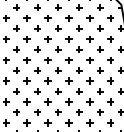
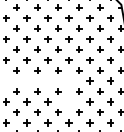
part at (6, 80): present -> none
part at (26, 80): present -> none
part at (47, 80): present -> none
part at (68, 80): present -> none
part at (68, 101): present -> none
